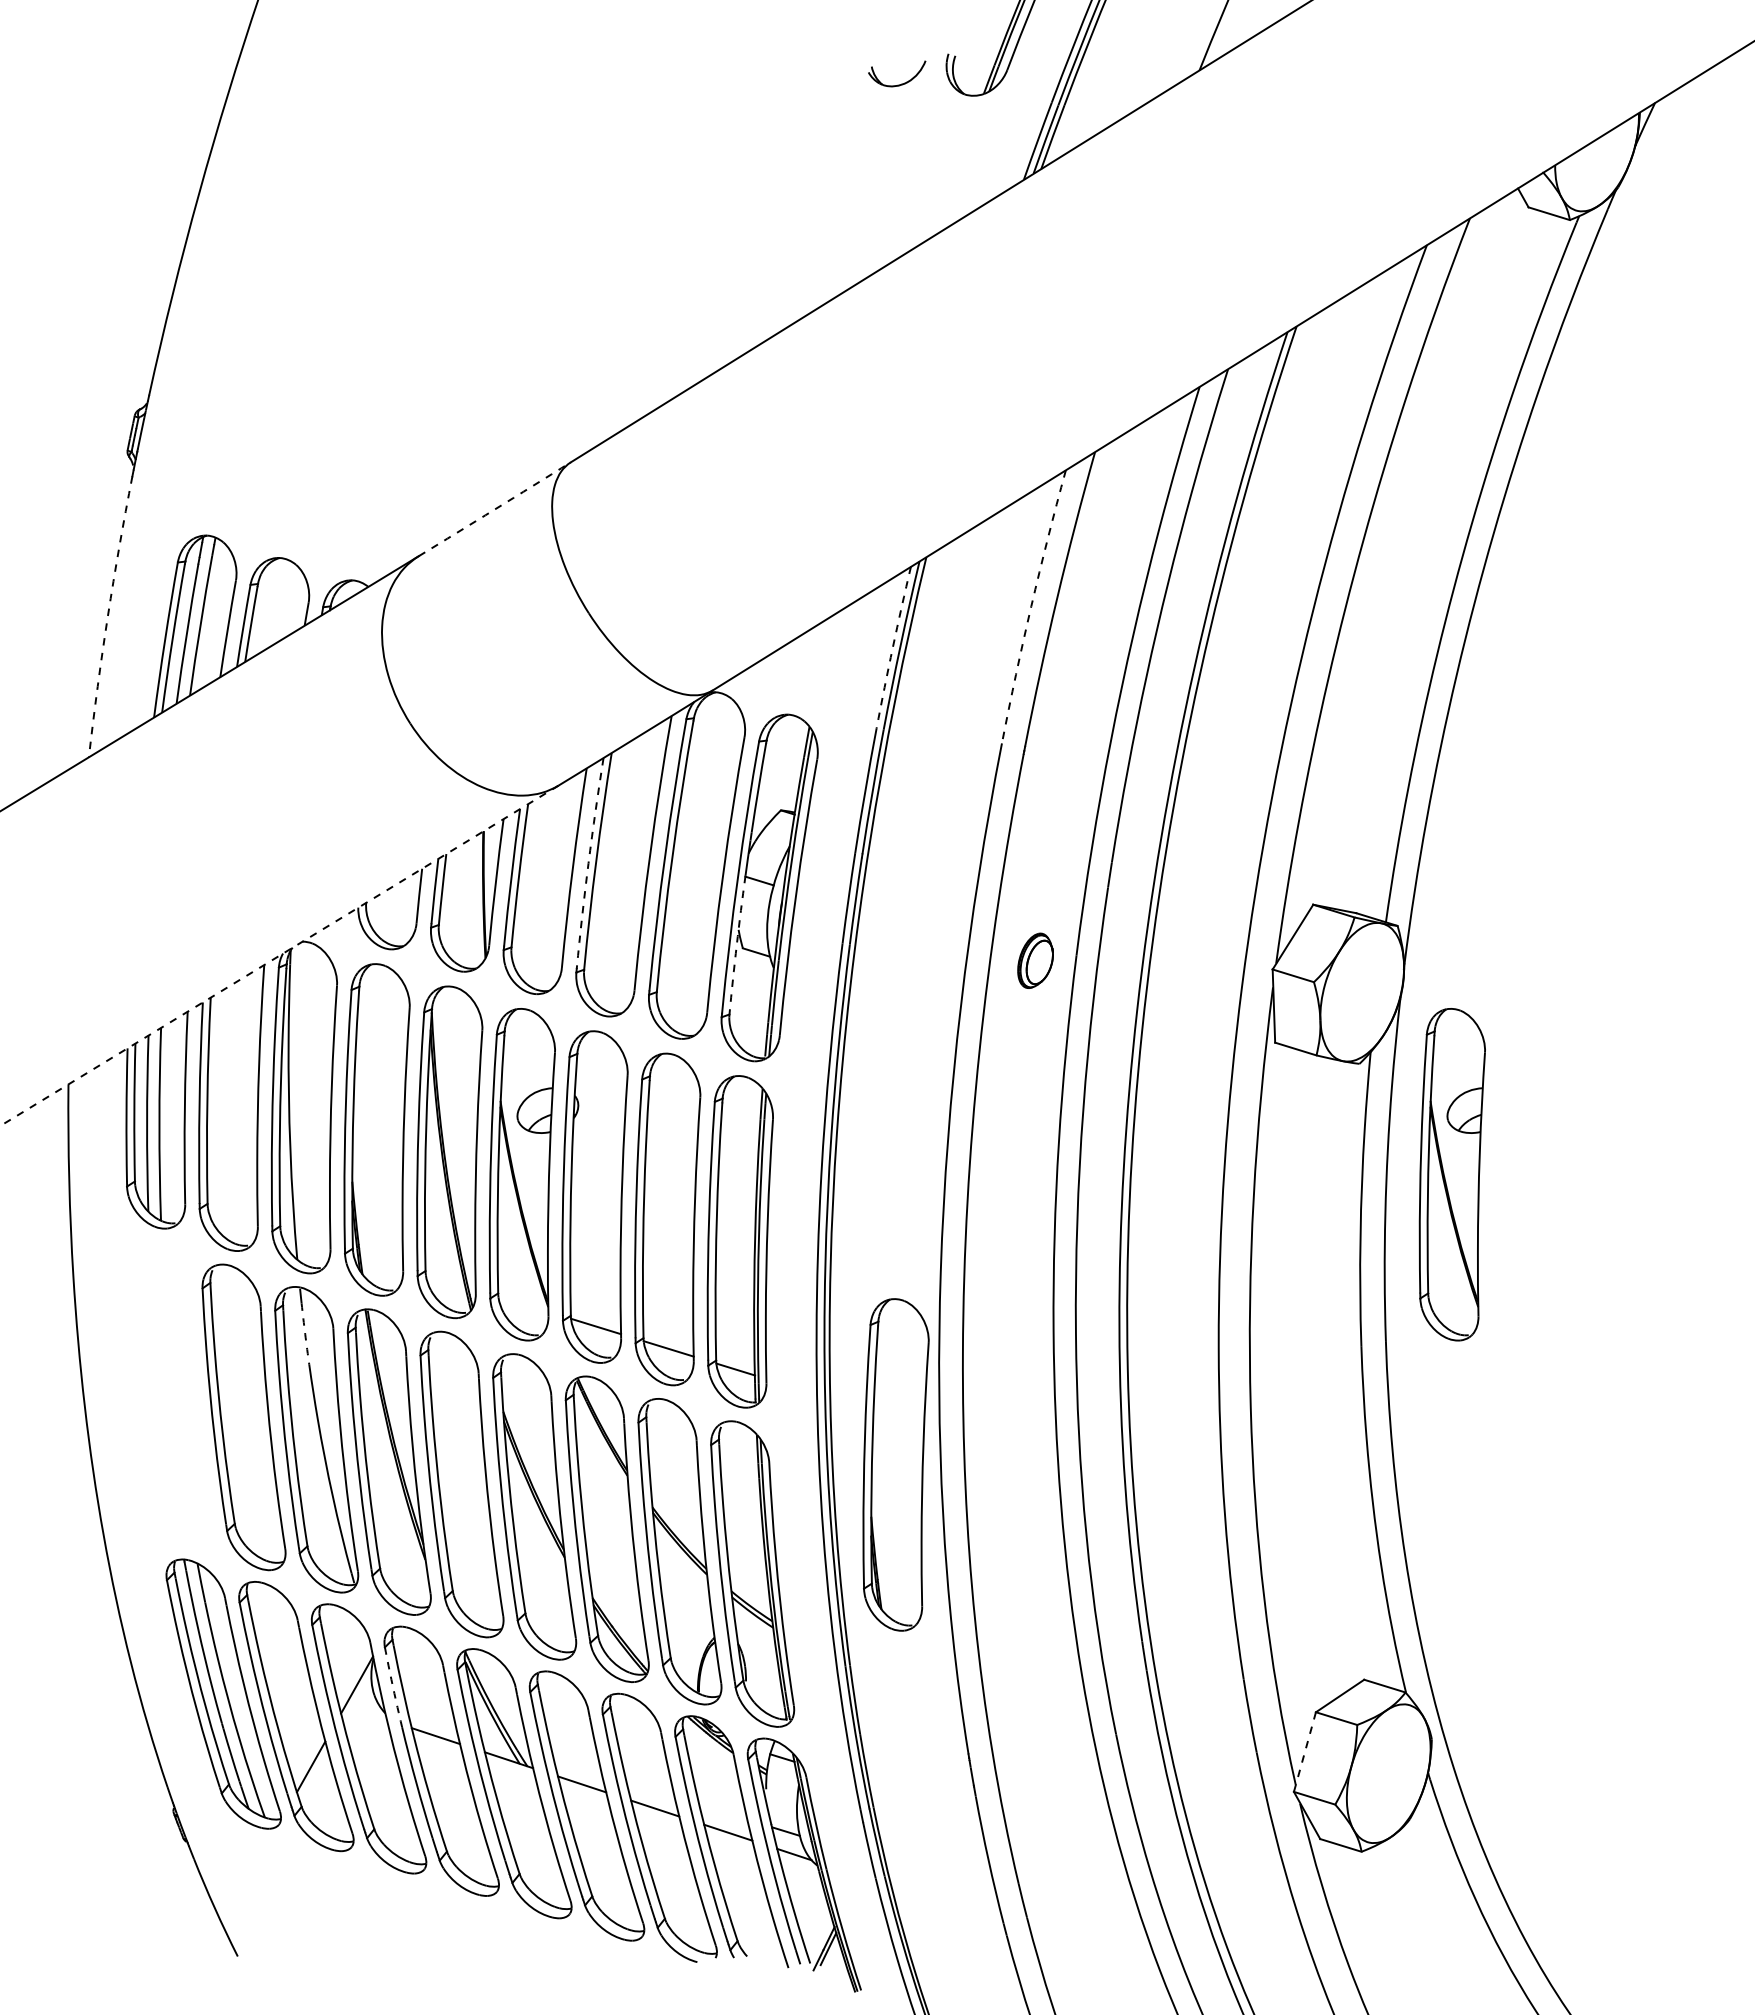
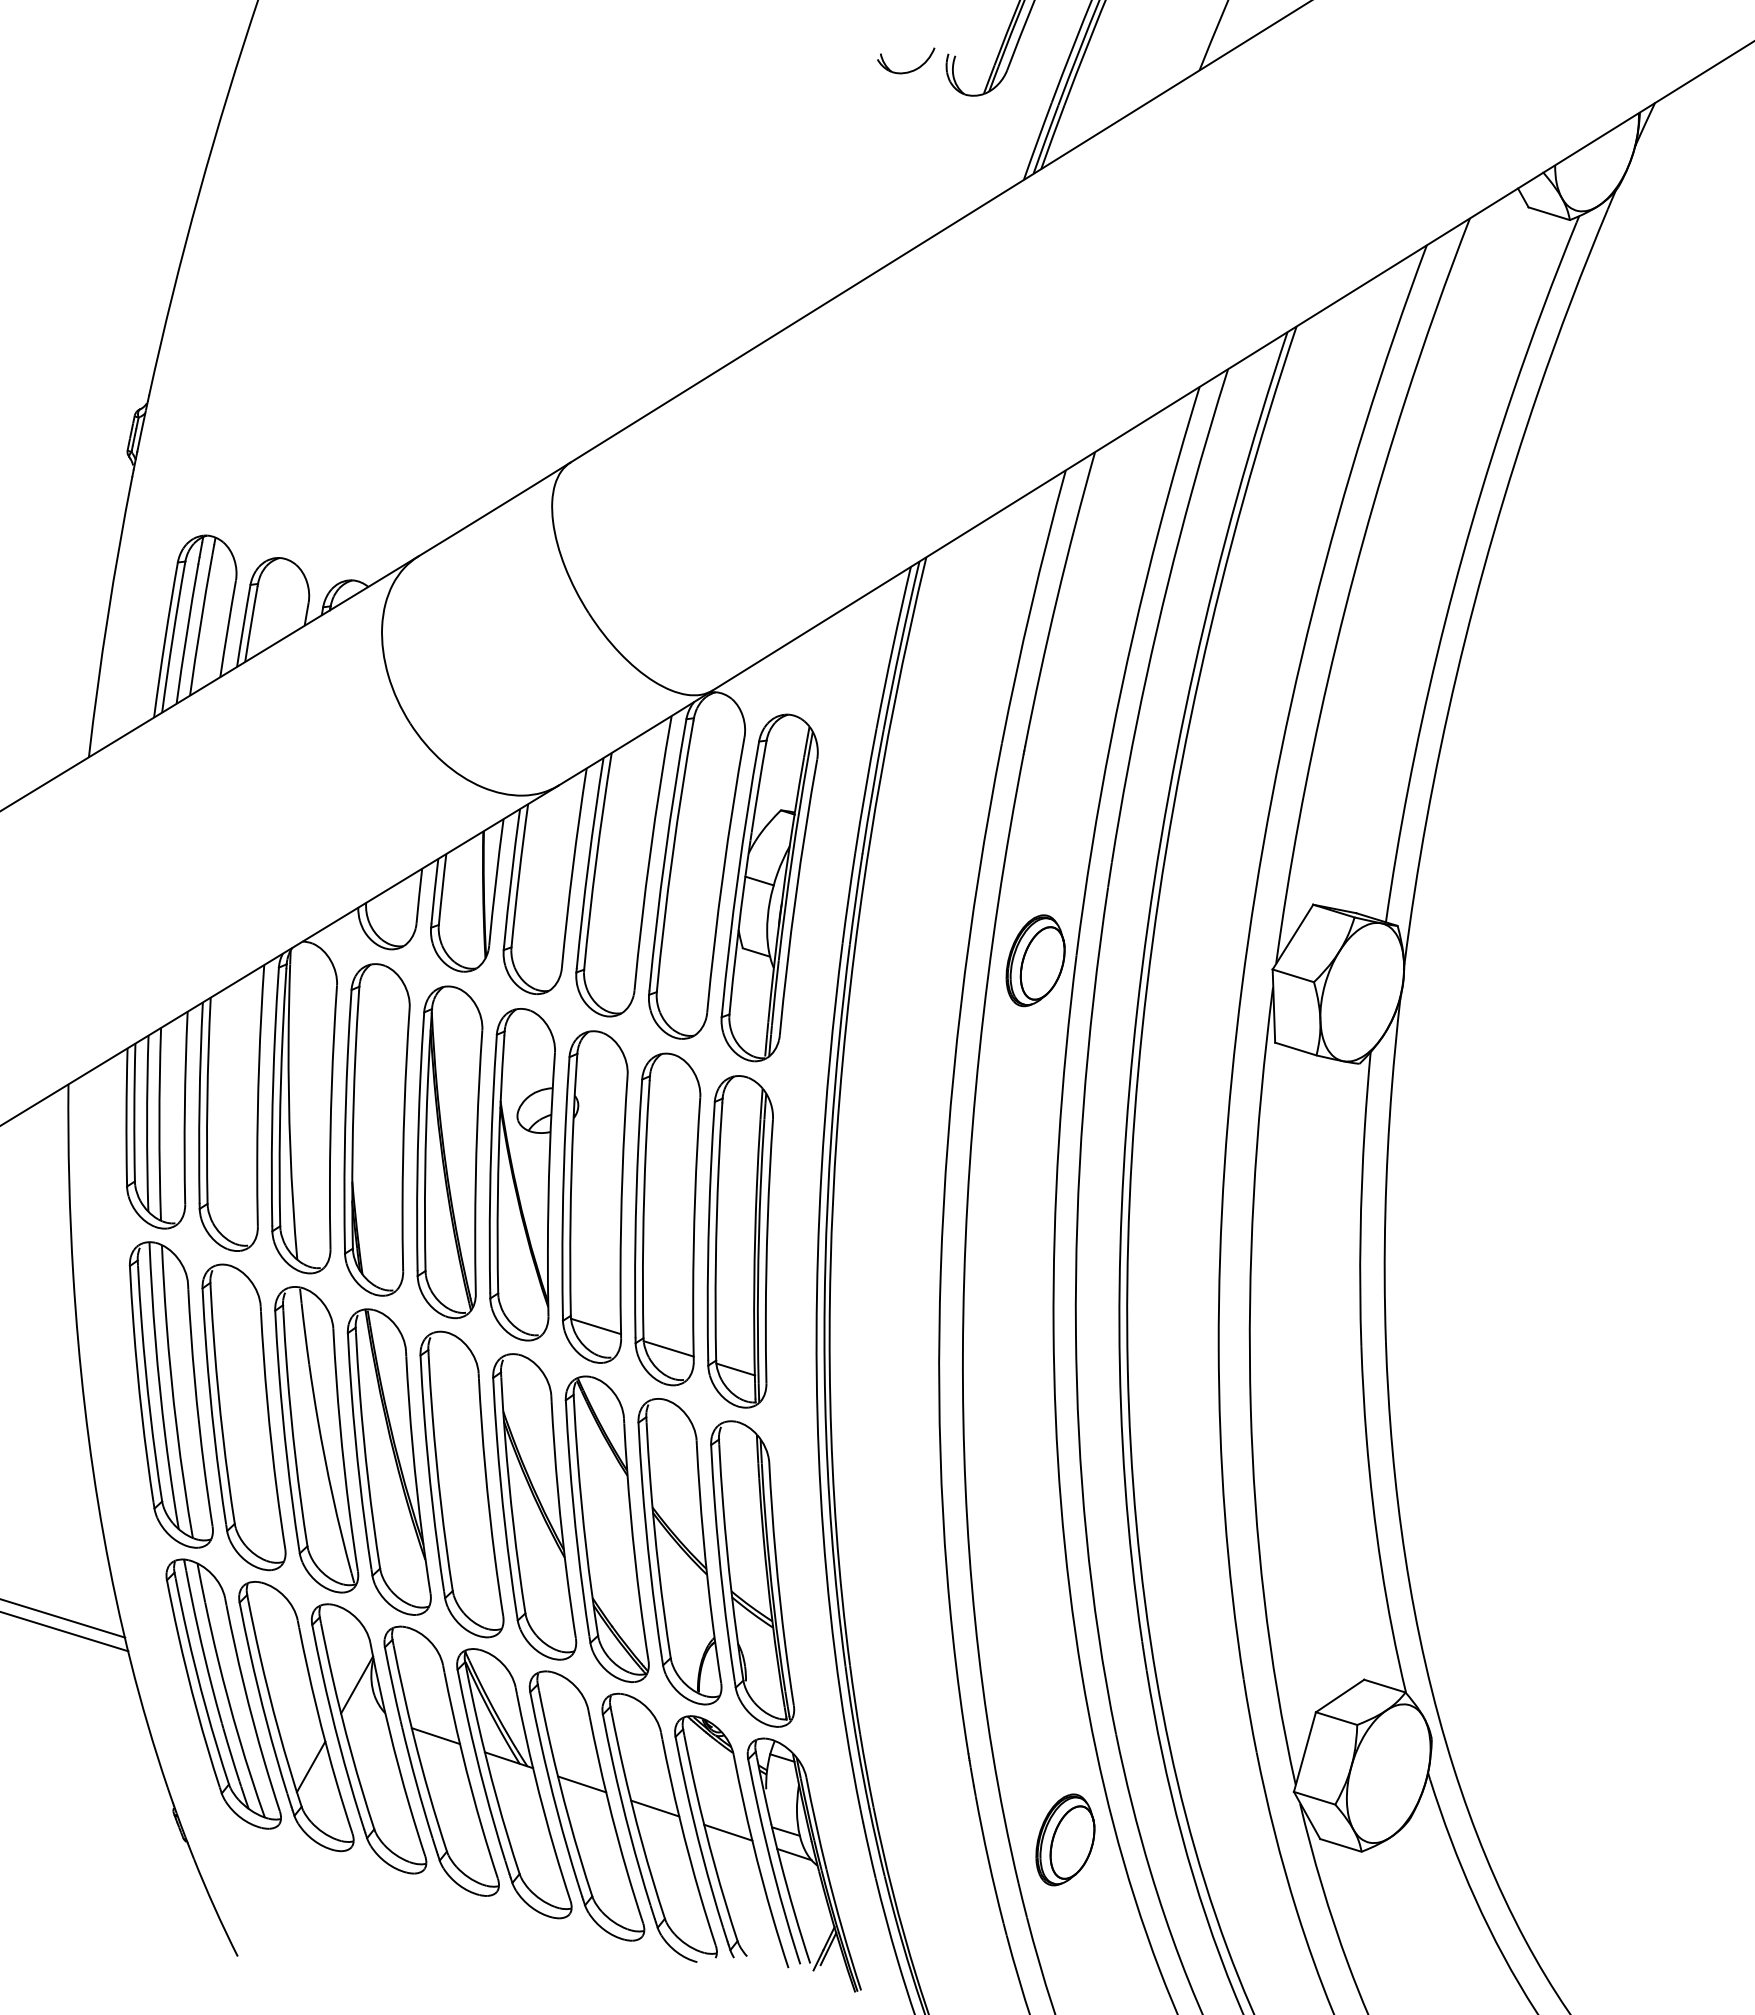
part at (901, 83) position: (901, 83) -> (910, 70)
arc at (494, 509): dashed -> solid
arc at (1031, 606): dashed -> solid
arc at (107, 616): dashed -> solid
arc at (892, 647): dashed -> solid
arc at (588, 863): dashed -> solid
arc at (736, 945): dashed -> solid
line at (279, 955): dashed -> solid
part at (1035, 960) size: 37x57 px -> 61x94 px
part at (1451, 1174): present -> none
arc at (305, 1334): dashed -> solid
part at (170, 1394): none -> present
part at (895, 1464): present -> none
line at (63, 1618): none -> present
line at (65, 1631): none -> present
arc at (392, 1684): dashed -> solid
line at (1304, 1752): dashed -> solid
part at (1065, 1839): none -> present
